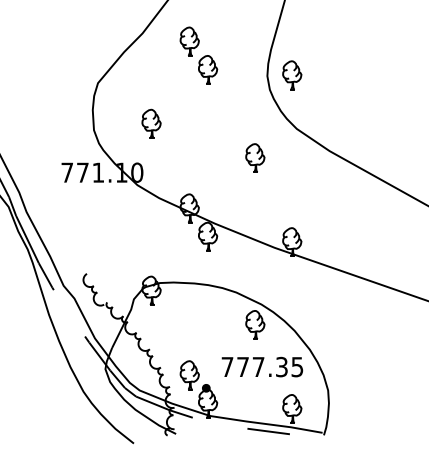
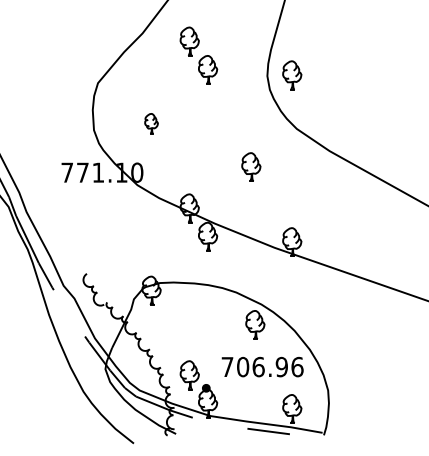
part at (151, 123) size: 21x31 px -> 15x22 px
part at (255, 157) position: (255, 157) -> (251, 166)
text at (270, 366): 777.35 -> 706.96
